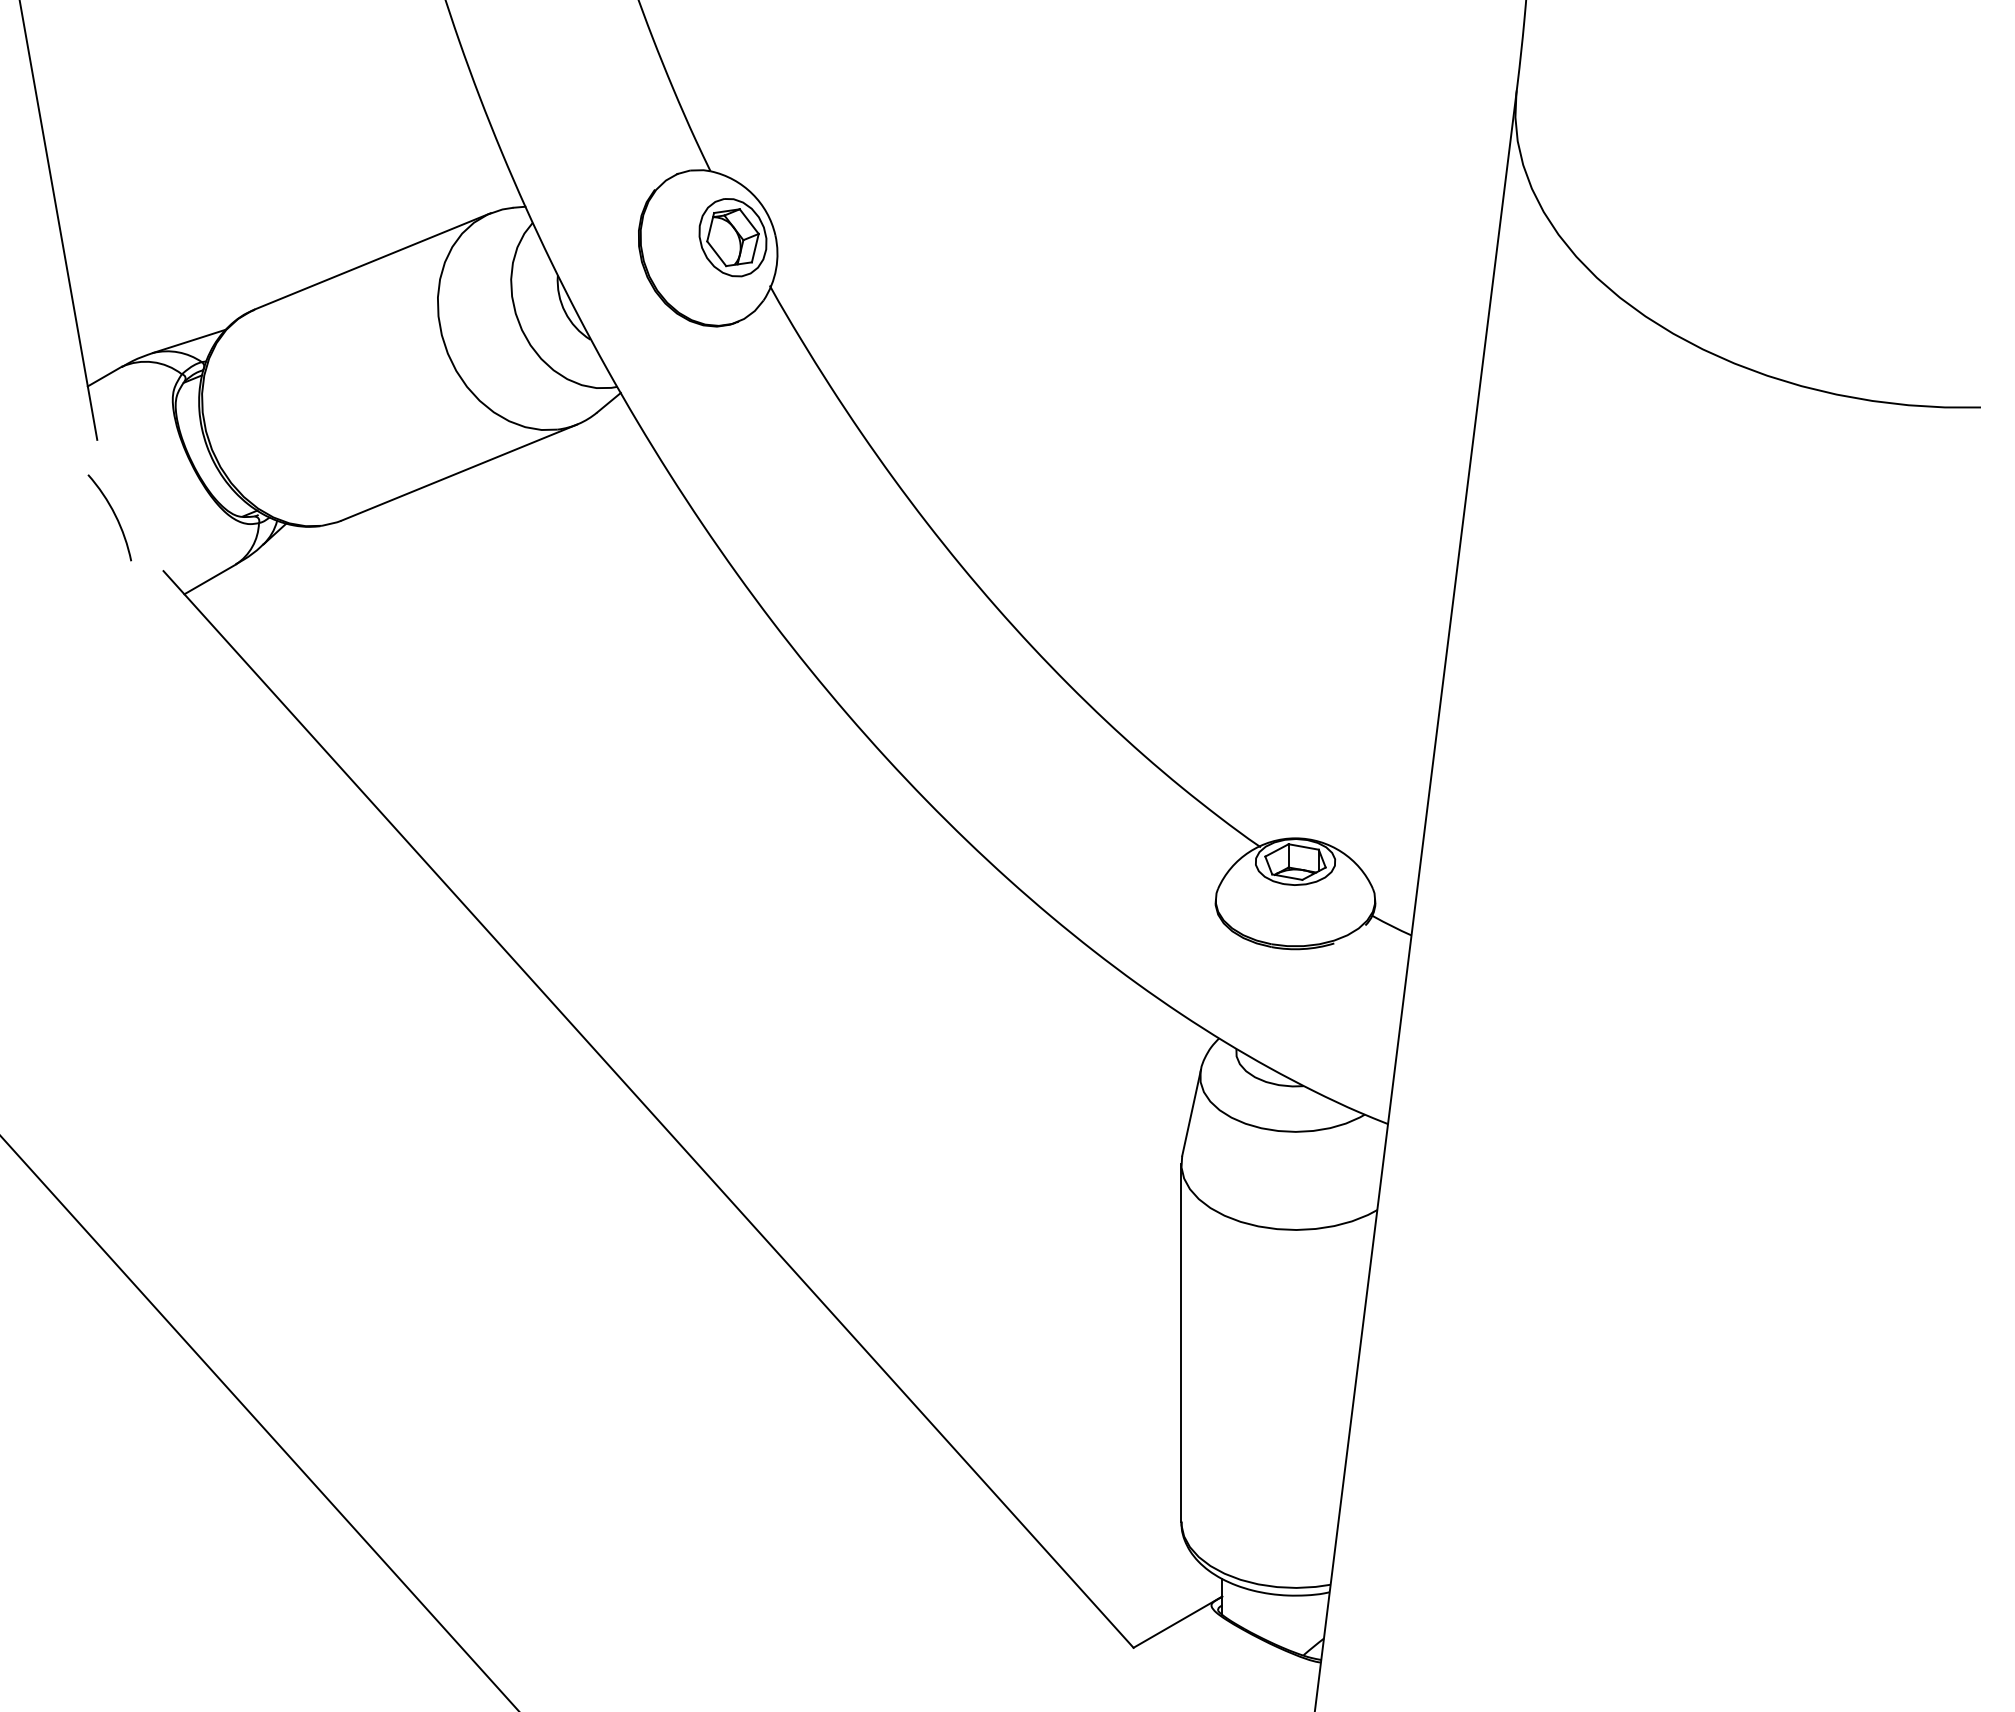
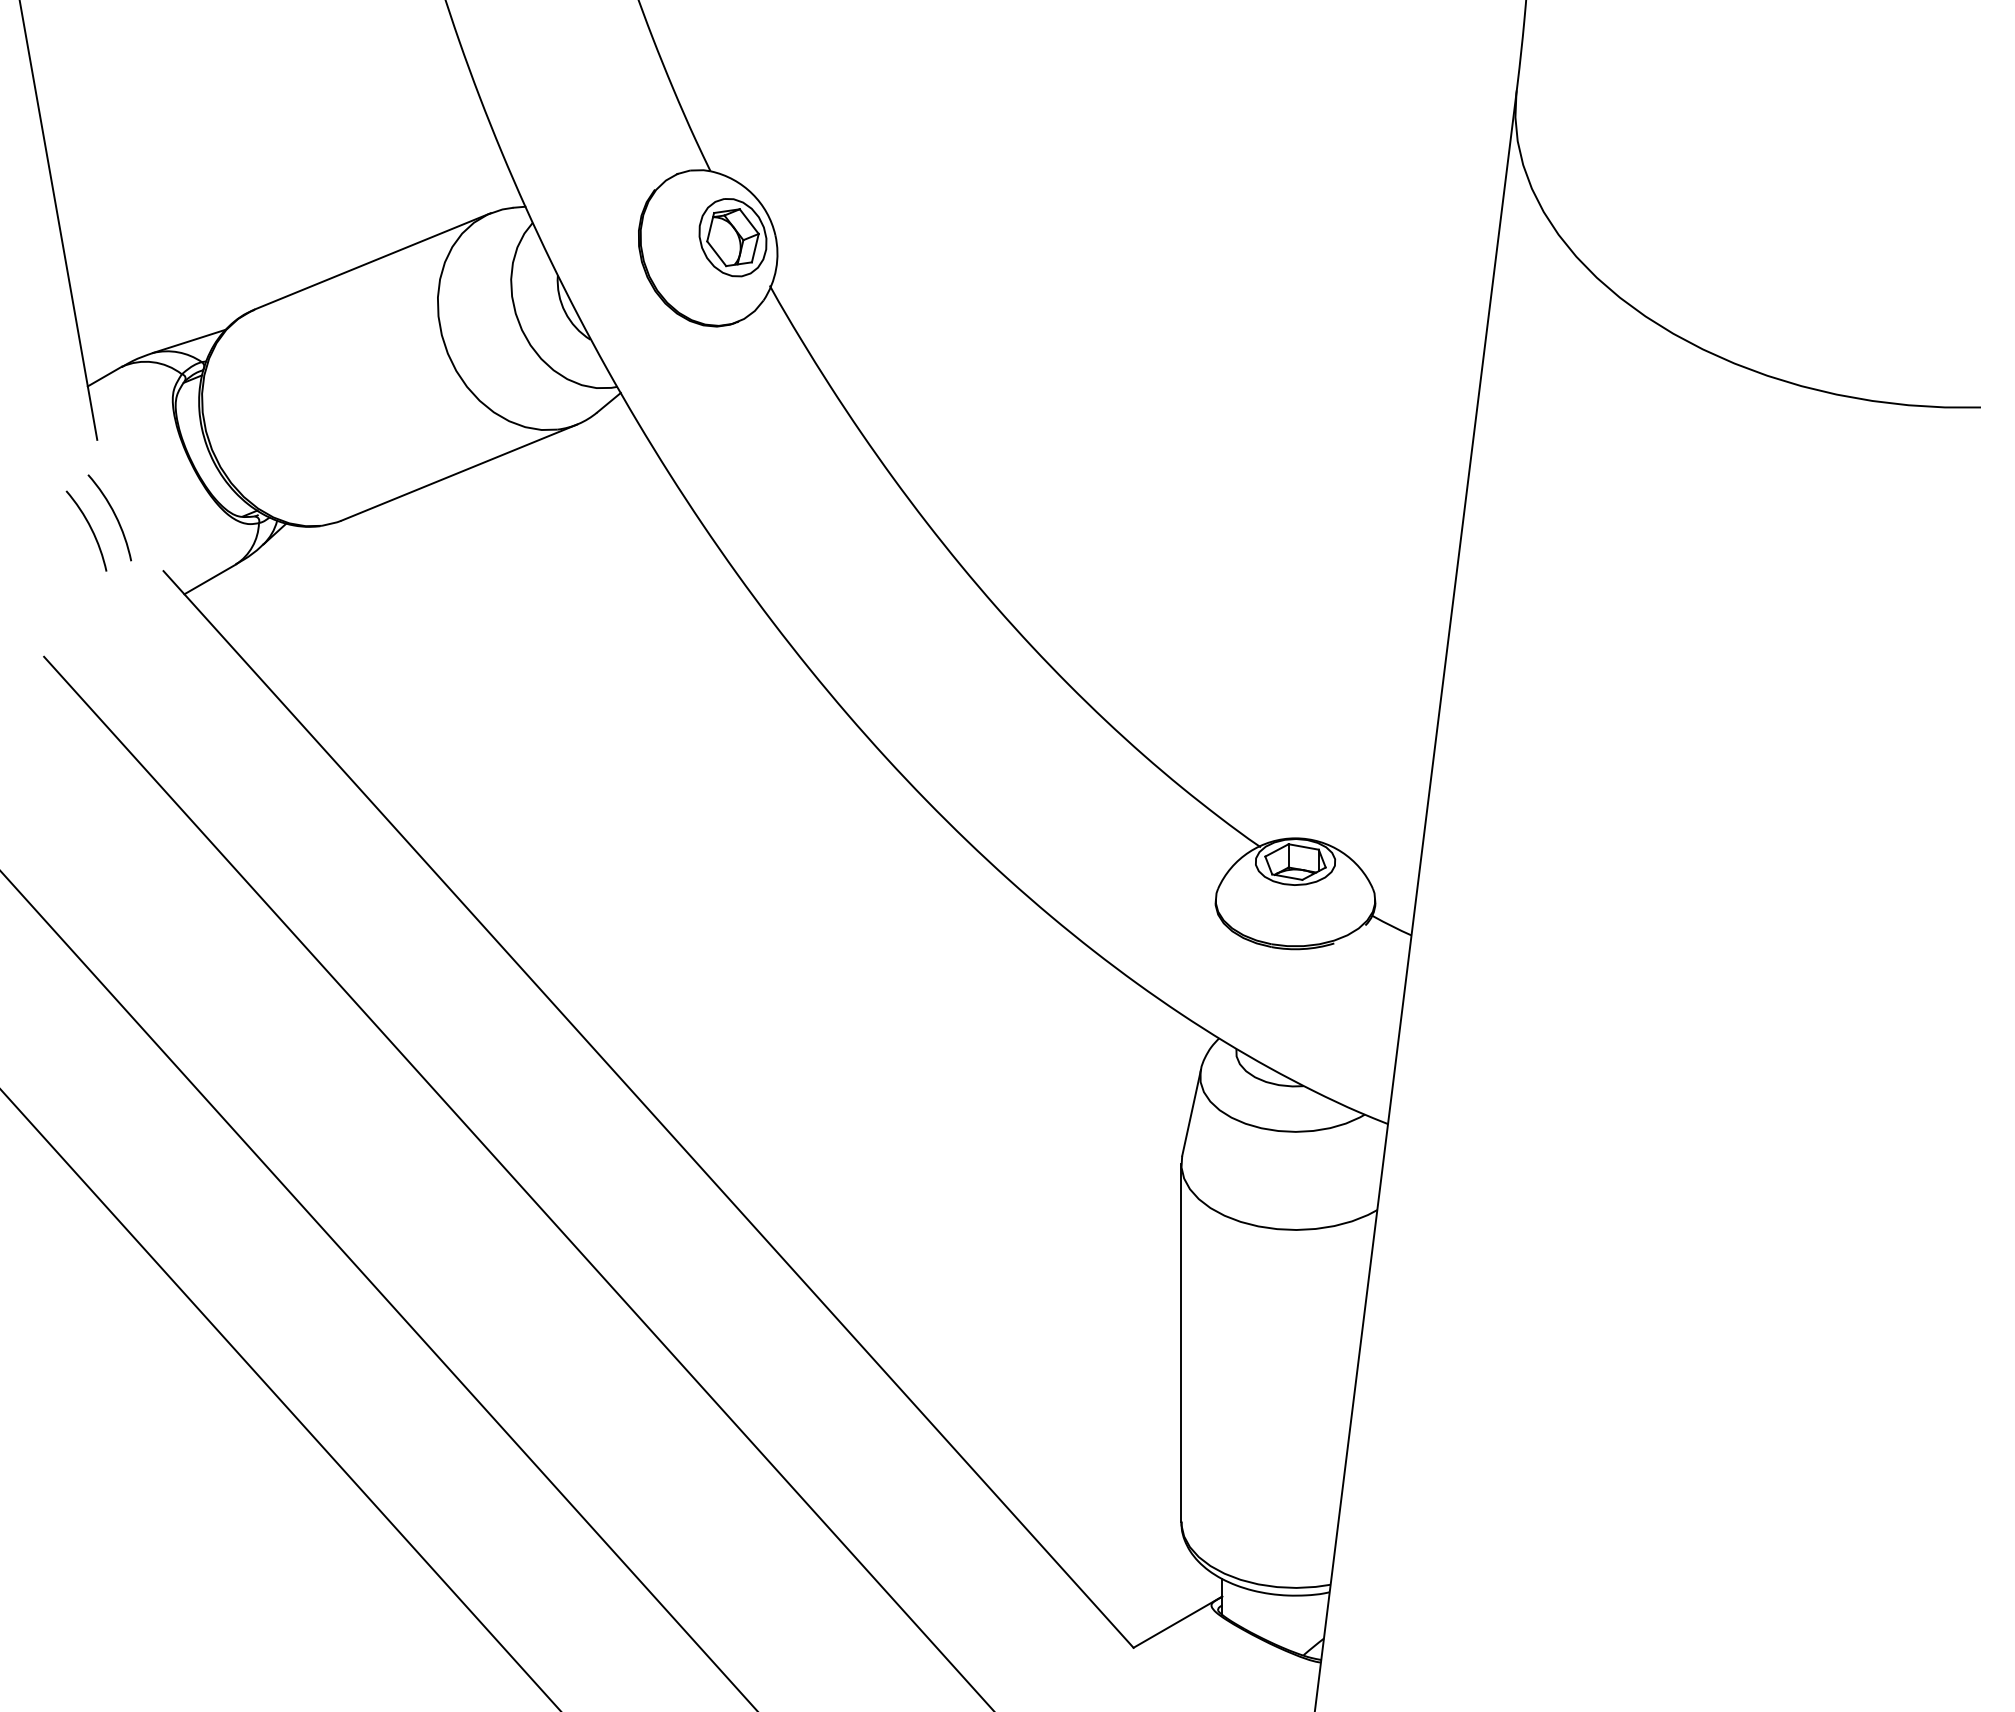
arc at (90, 529): none -> present
line at (517, 1182): none -> present
line at (378, 1290): none -> present
line at (259, 1422) position: (259, 1422) -> (280, 1399)
